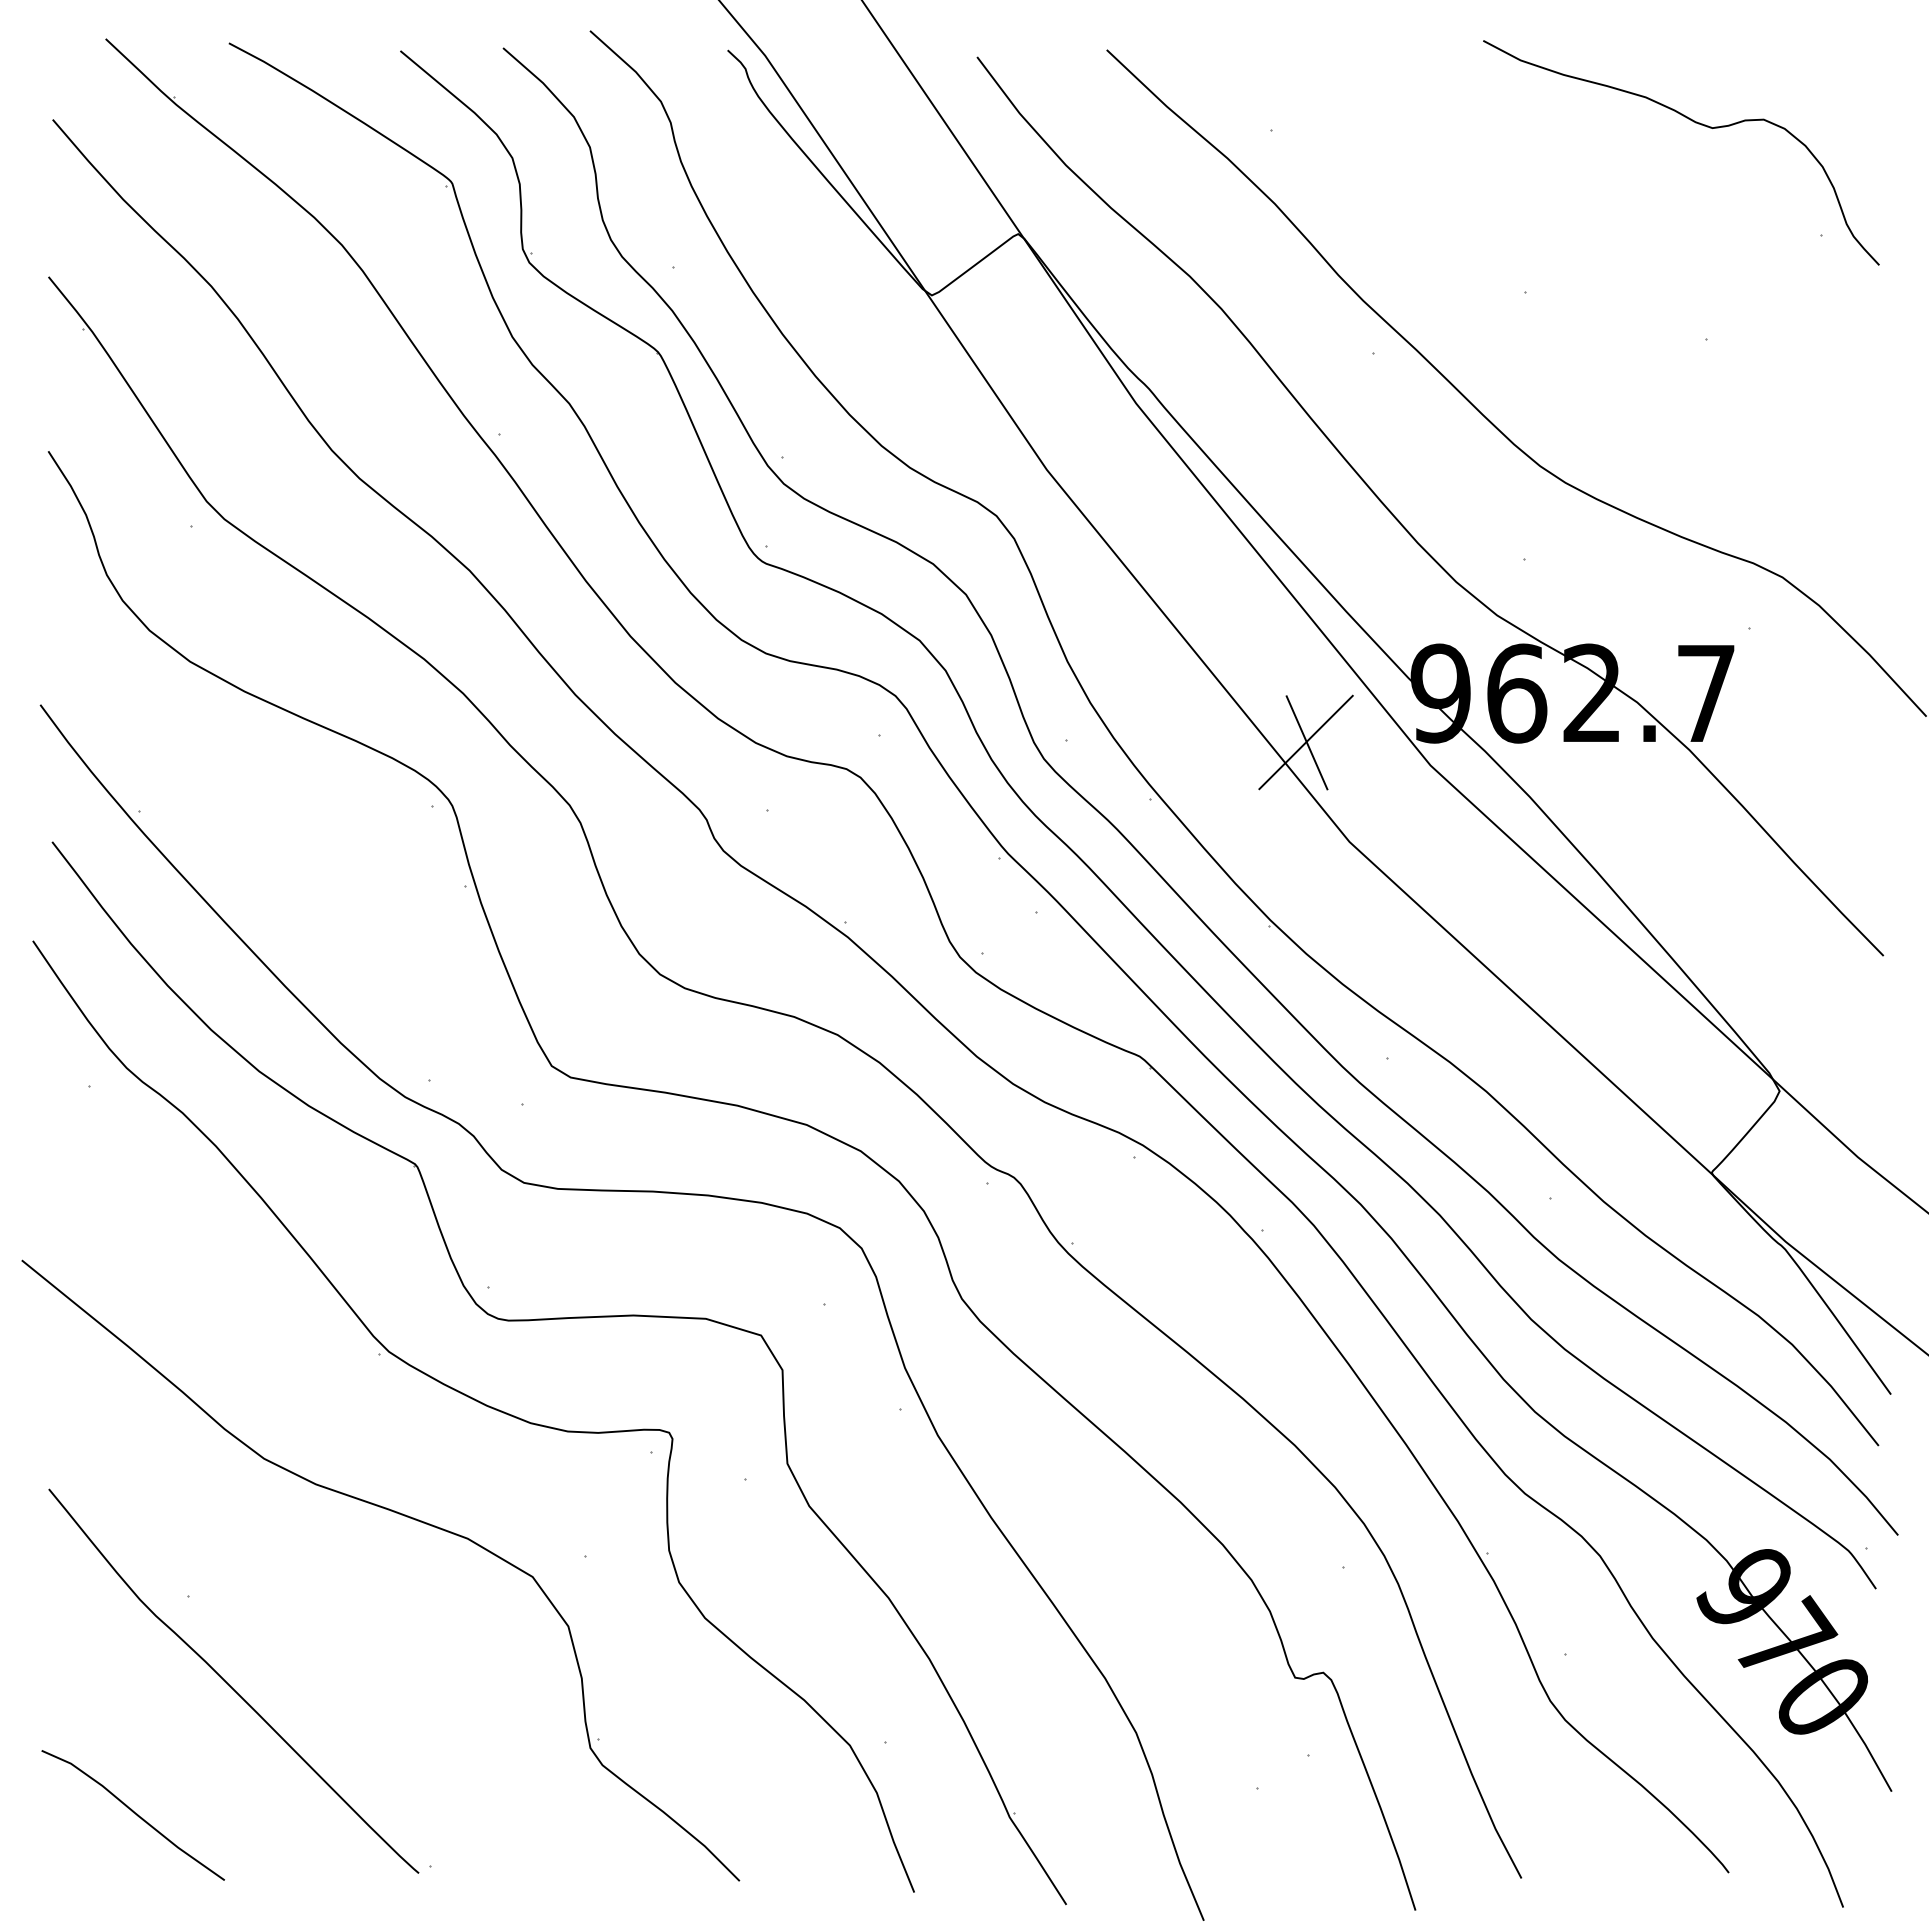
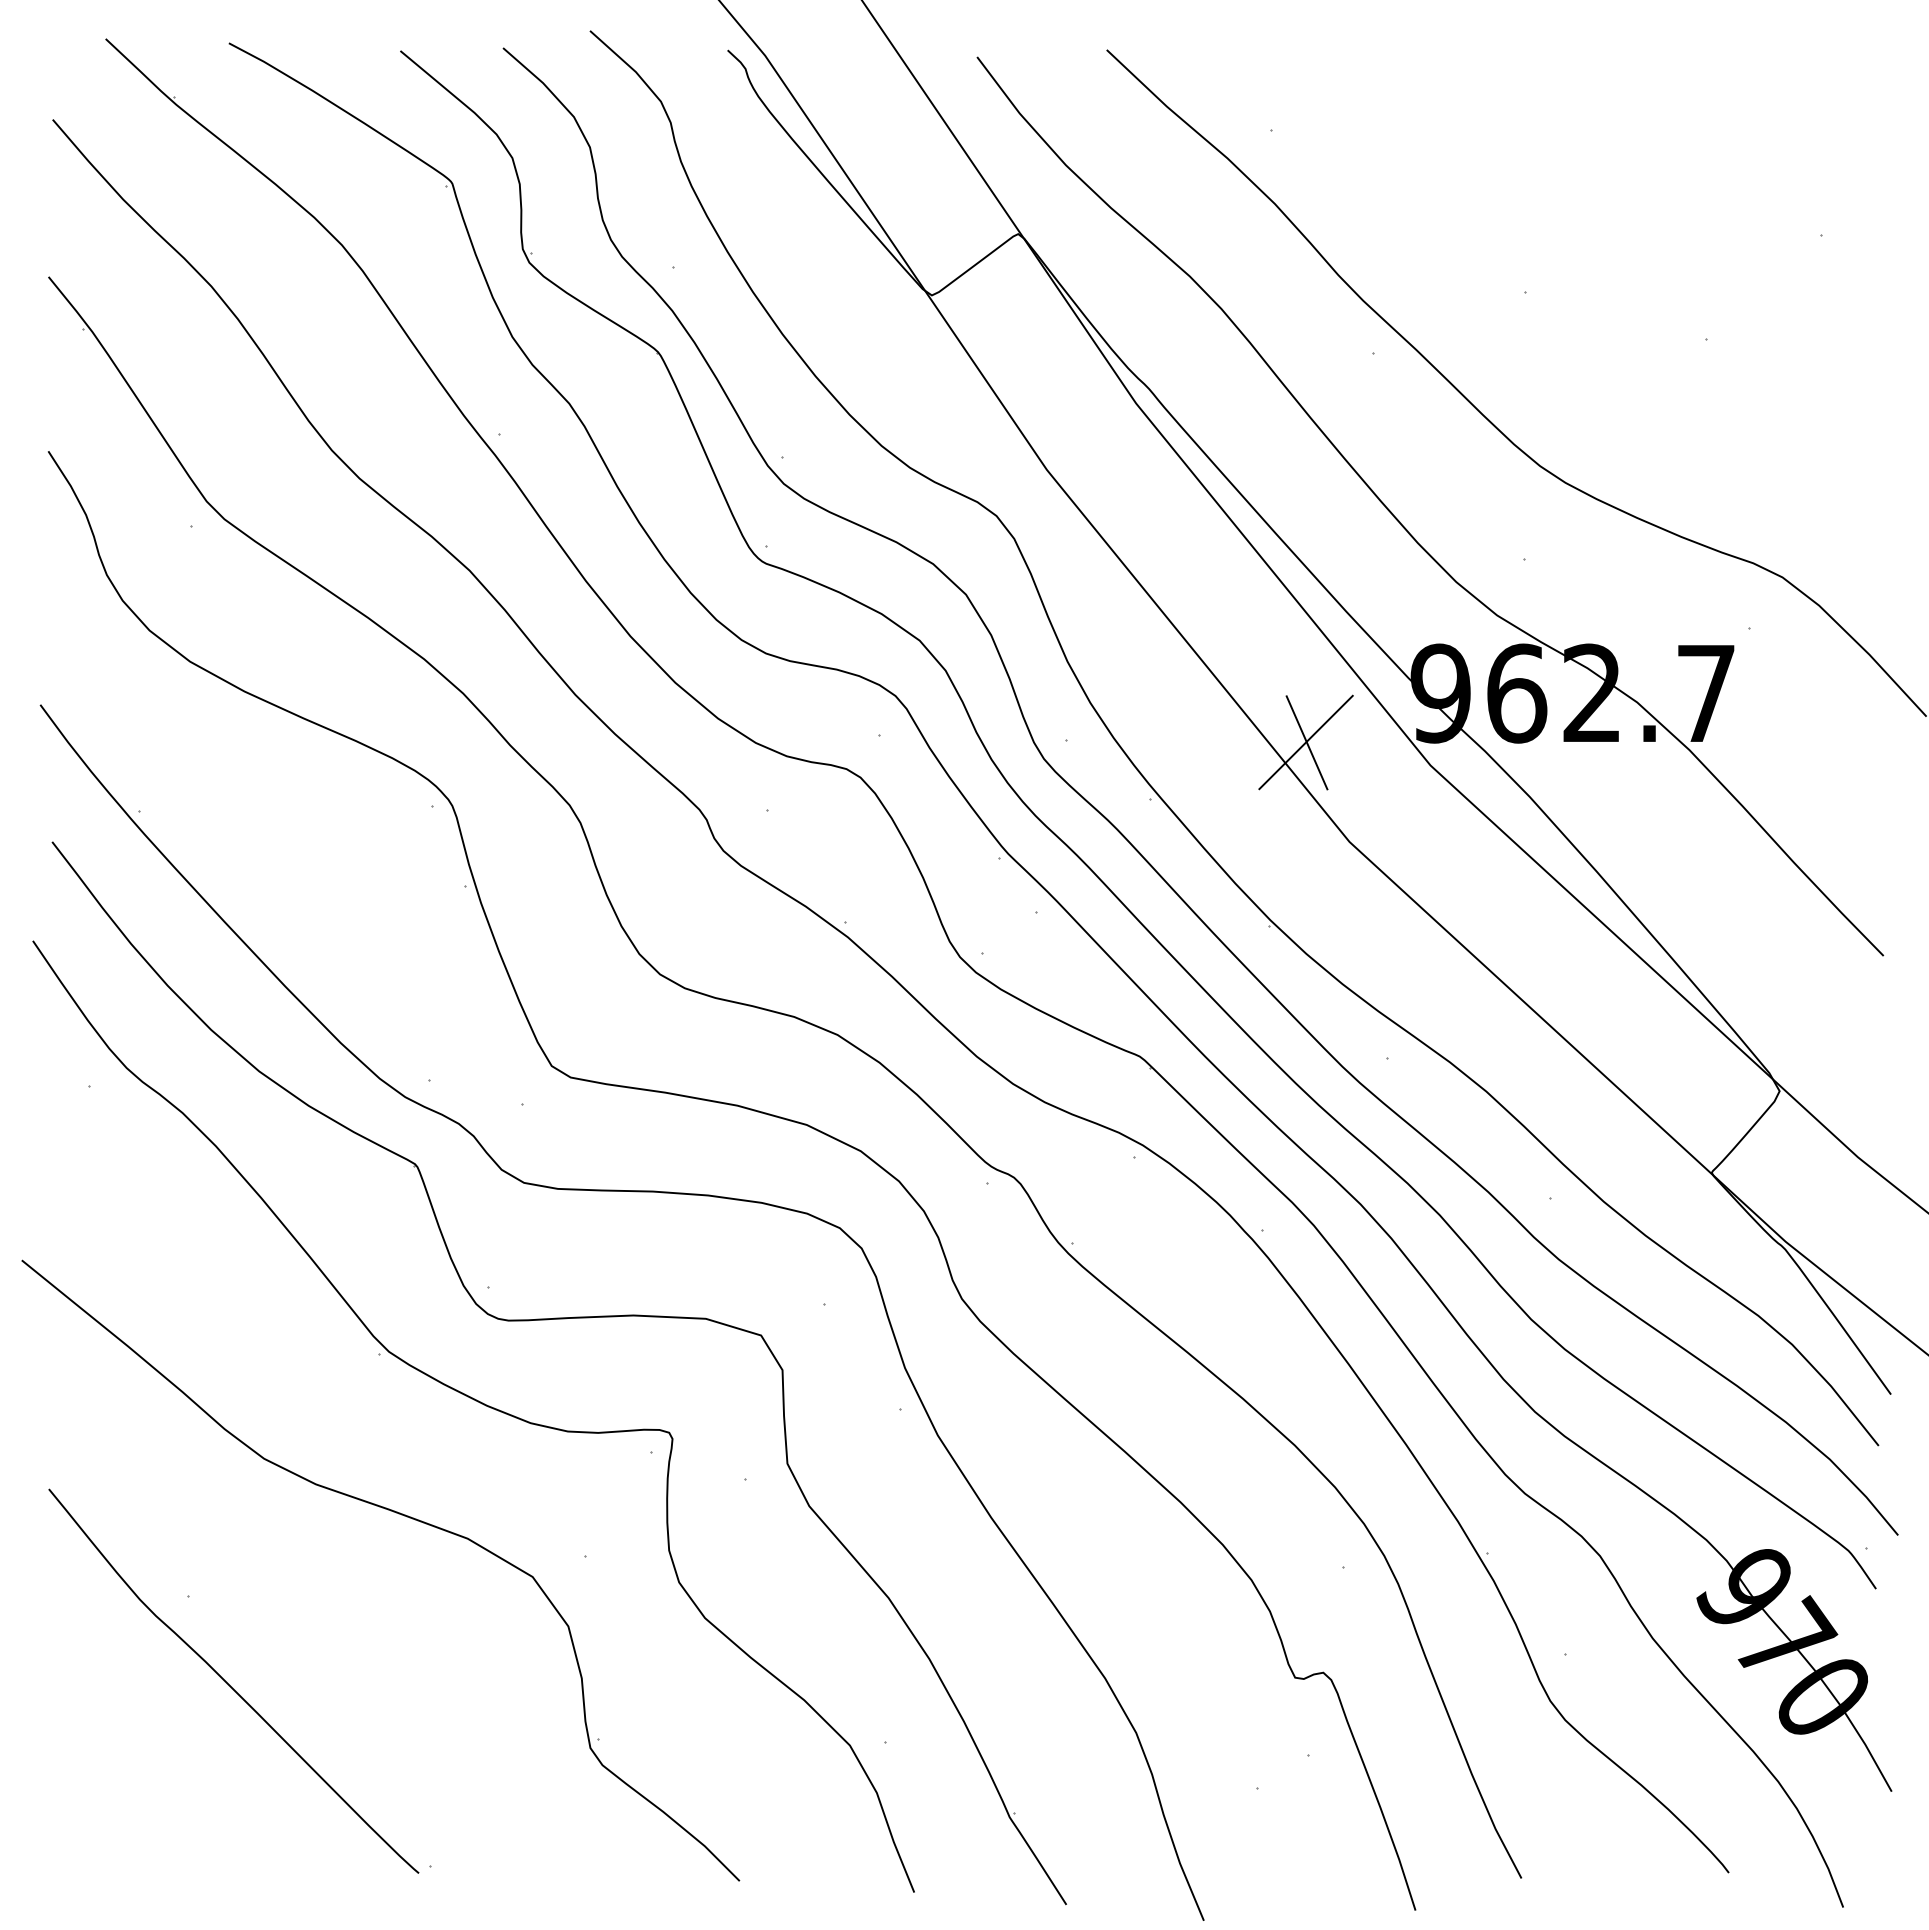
curve at (1695, 123): present -> none
curve at (133, 1813): present -> none
